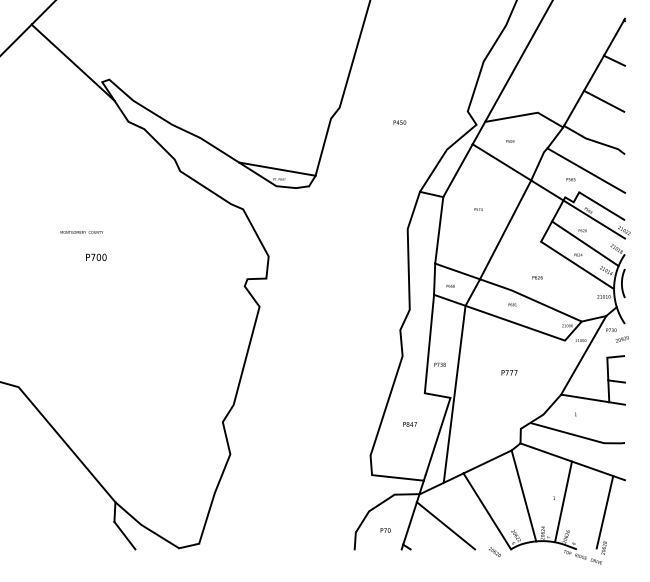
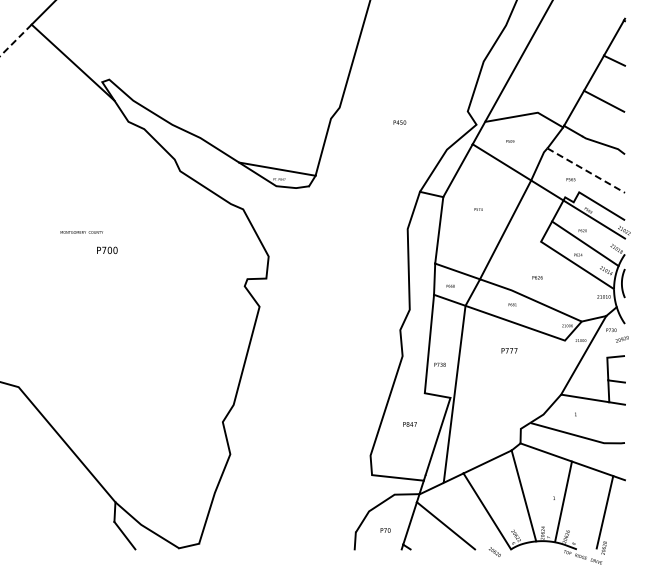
line at (16, 40): solid -> dashed
line at (586, 170): solid -> dashed
text at (96, 256) position: (96, 256) -> (107, 249)
text at (509, 372) position: (509, 372) -> (509, 350)
